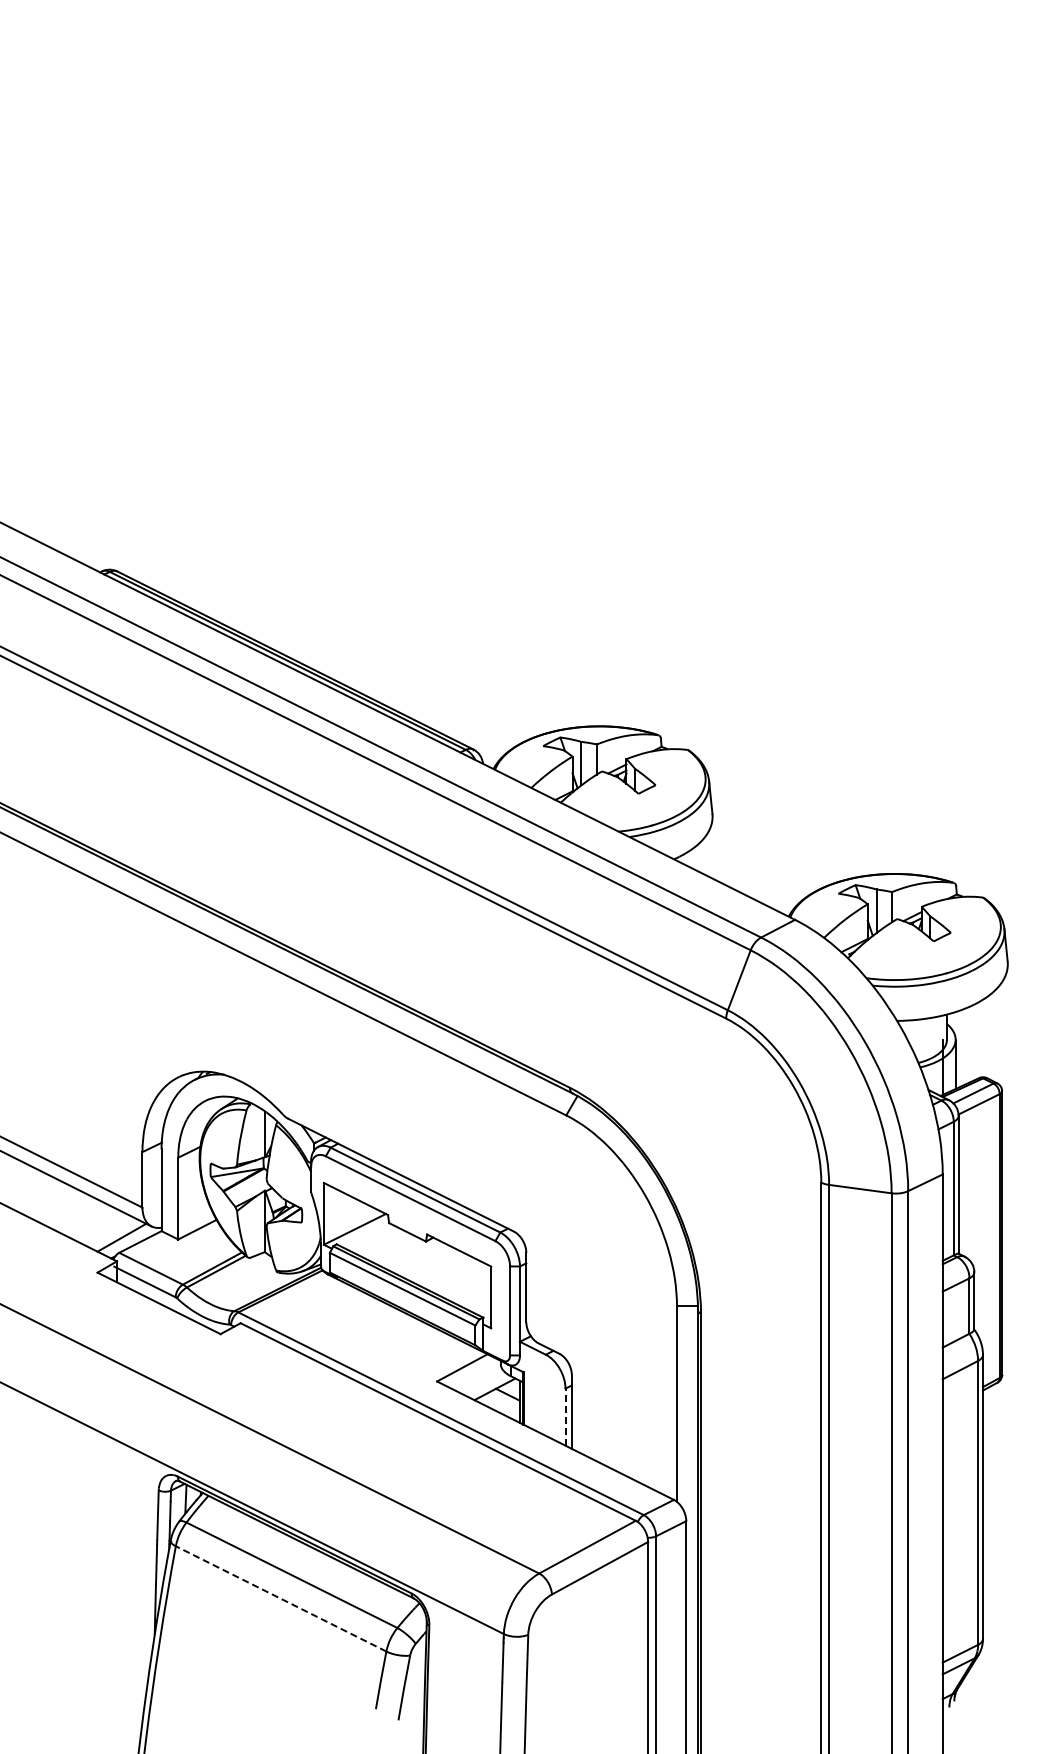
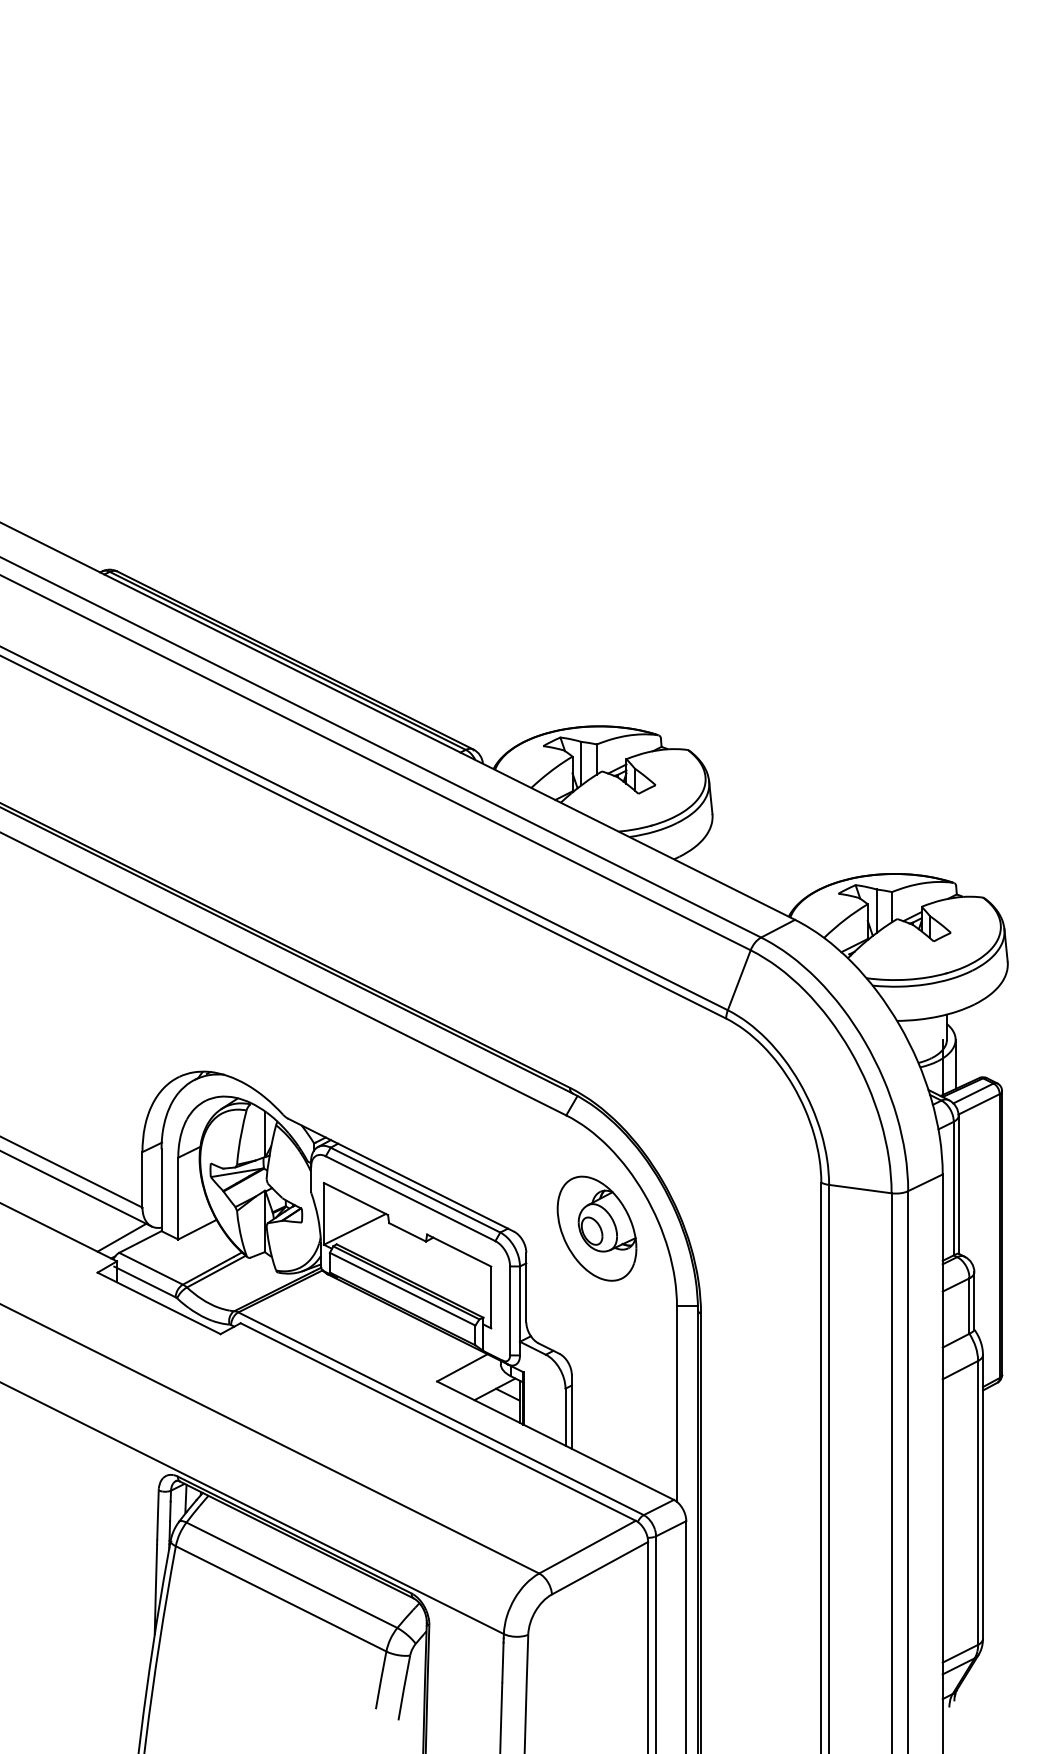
part at (596, 1228): none -> present
line at (565, 1417): dashed -> solid
line at (281, 1598): dashed -> solid
